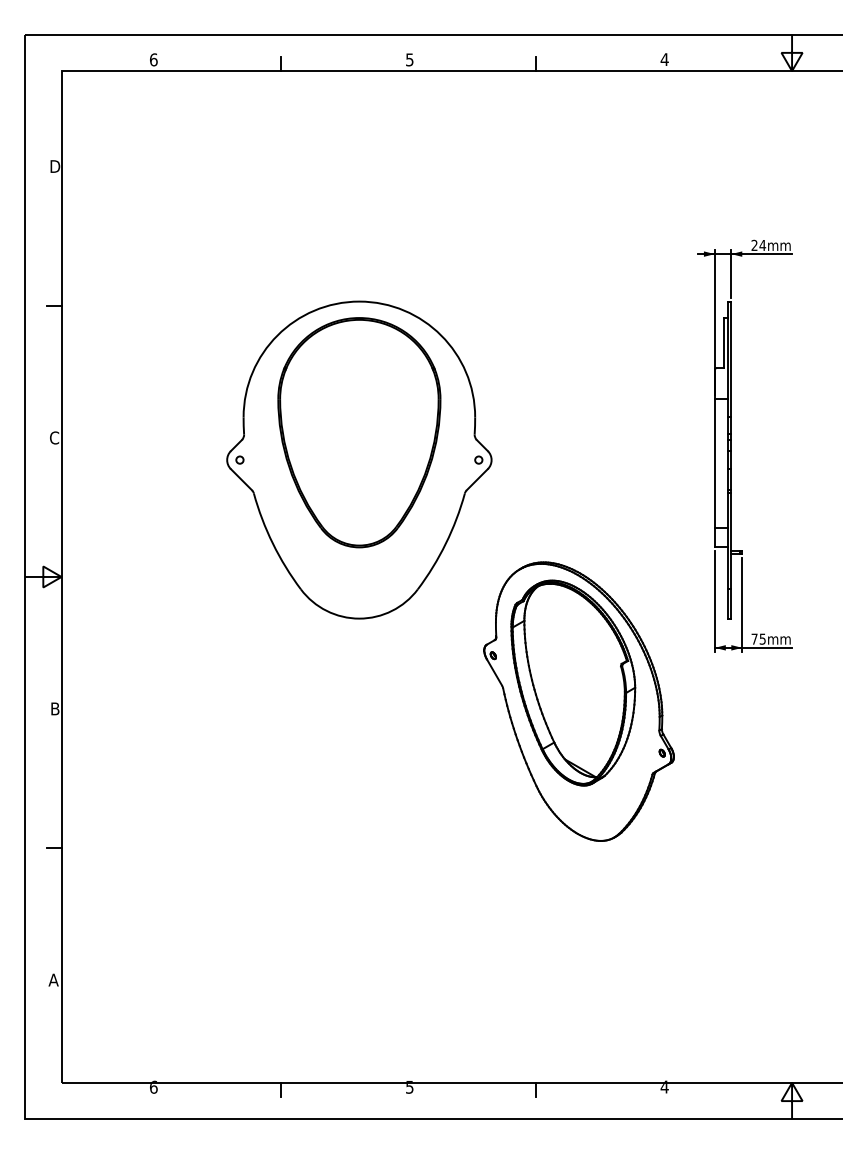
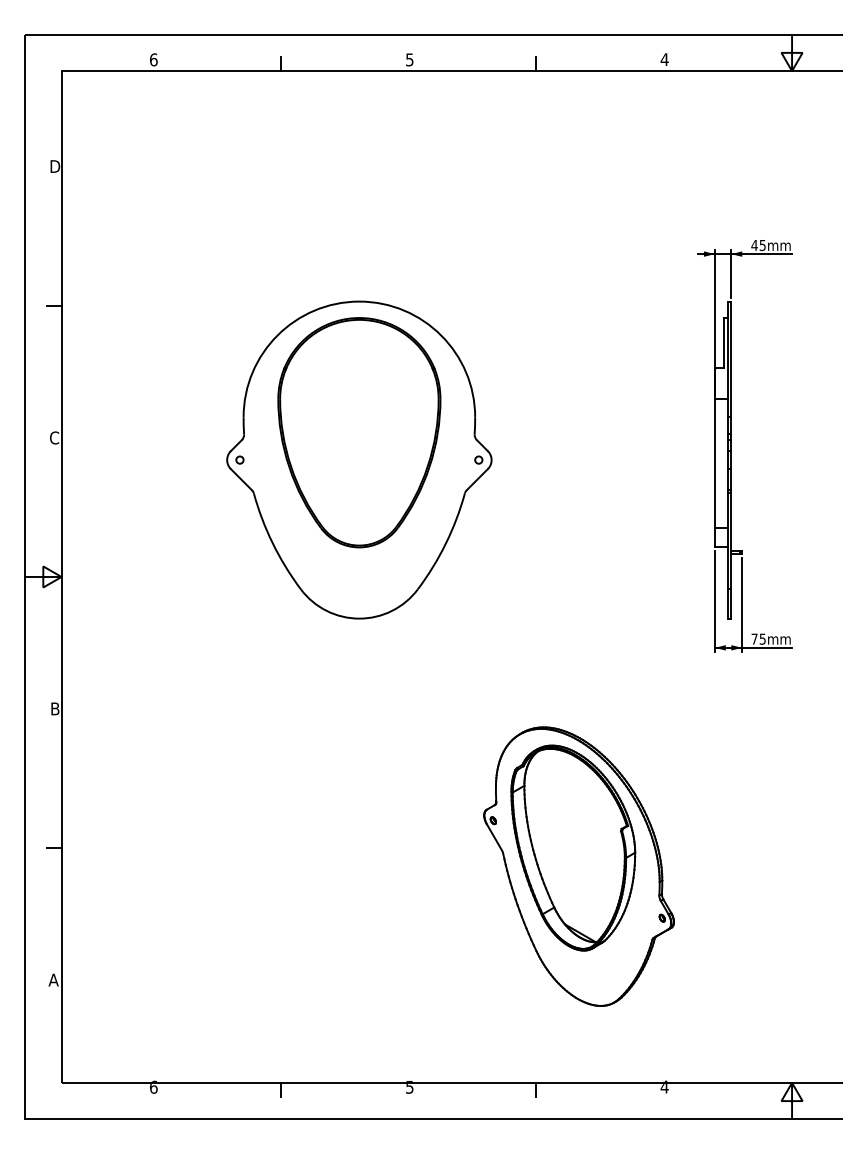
text at (758, 245): 24mm -> 45mm
part at (578, 701) position: (578, 701) -> (578, 866)
